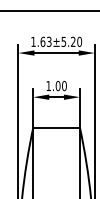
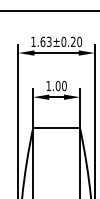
text at (63, 41): 1.63±5.20 -> 1.63±0.20
